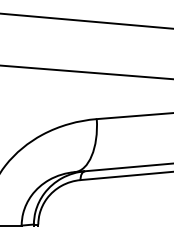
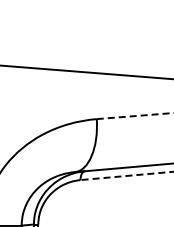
line at (86, 20): present -> none
line at (135, 116): solid -> dashed
line at (127, 175): solid -> dashed
